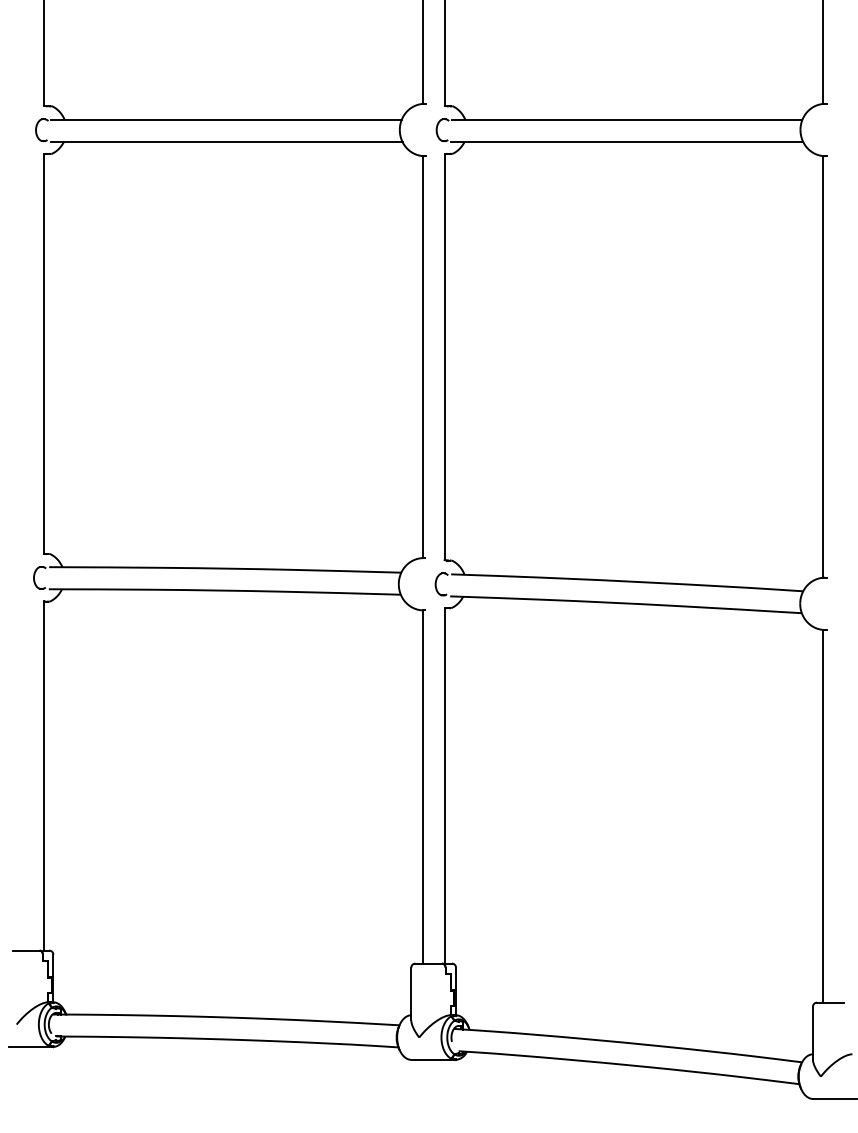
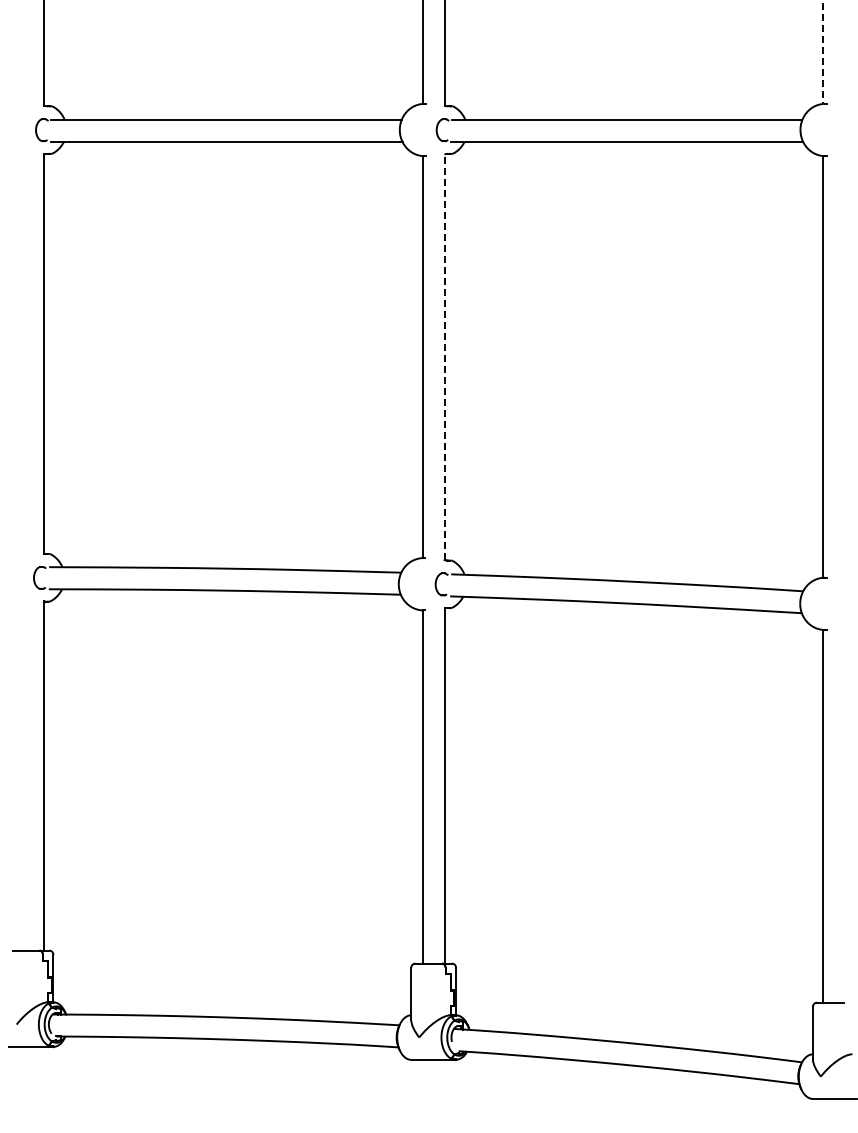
line at (823, 52): solid -> dashed
line at (444, 357): solid -> dashed
